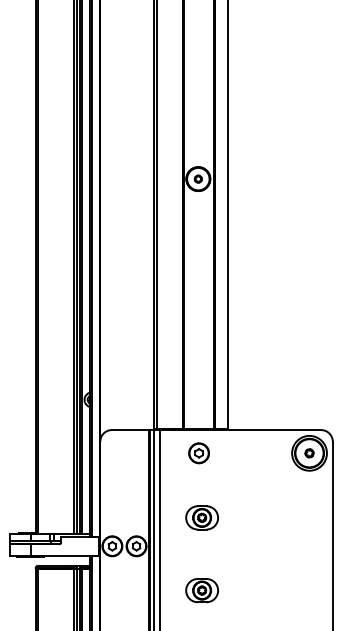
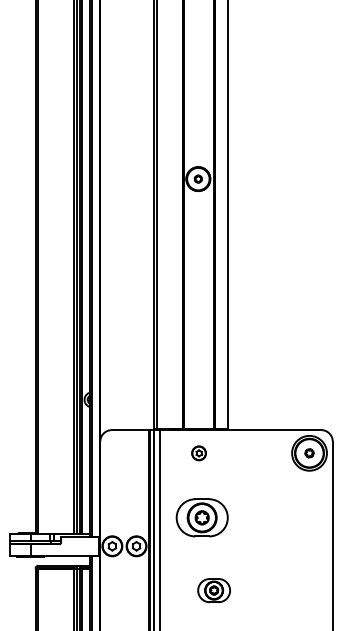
part at (198, 453) size: 22x23 px -> 16x17 px
part at (201, 517) size: 34x26 px -> 54x40 px
part at (201, 590) position: (201, 590) -> (213, 590)
